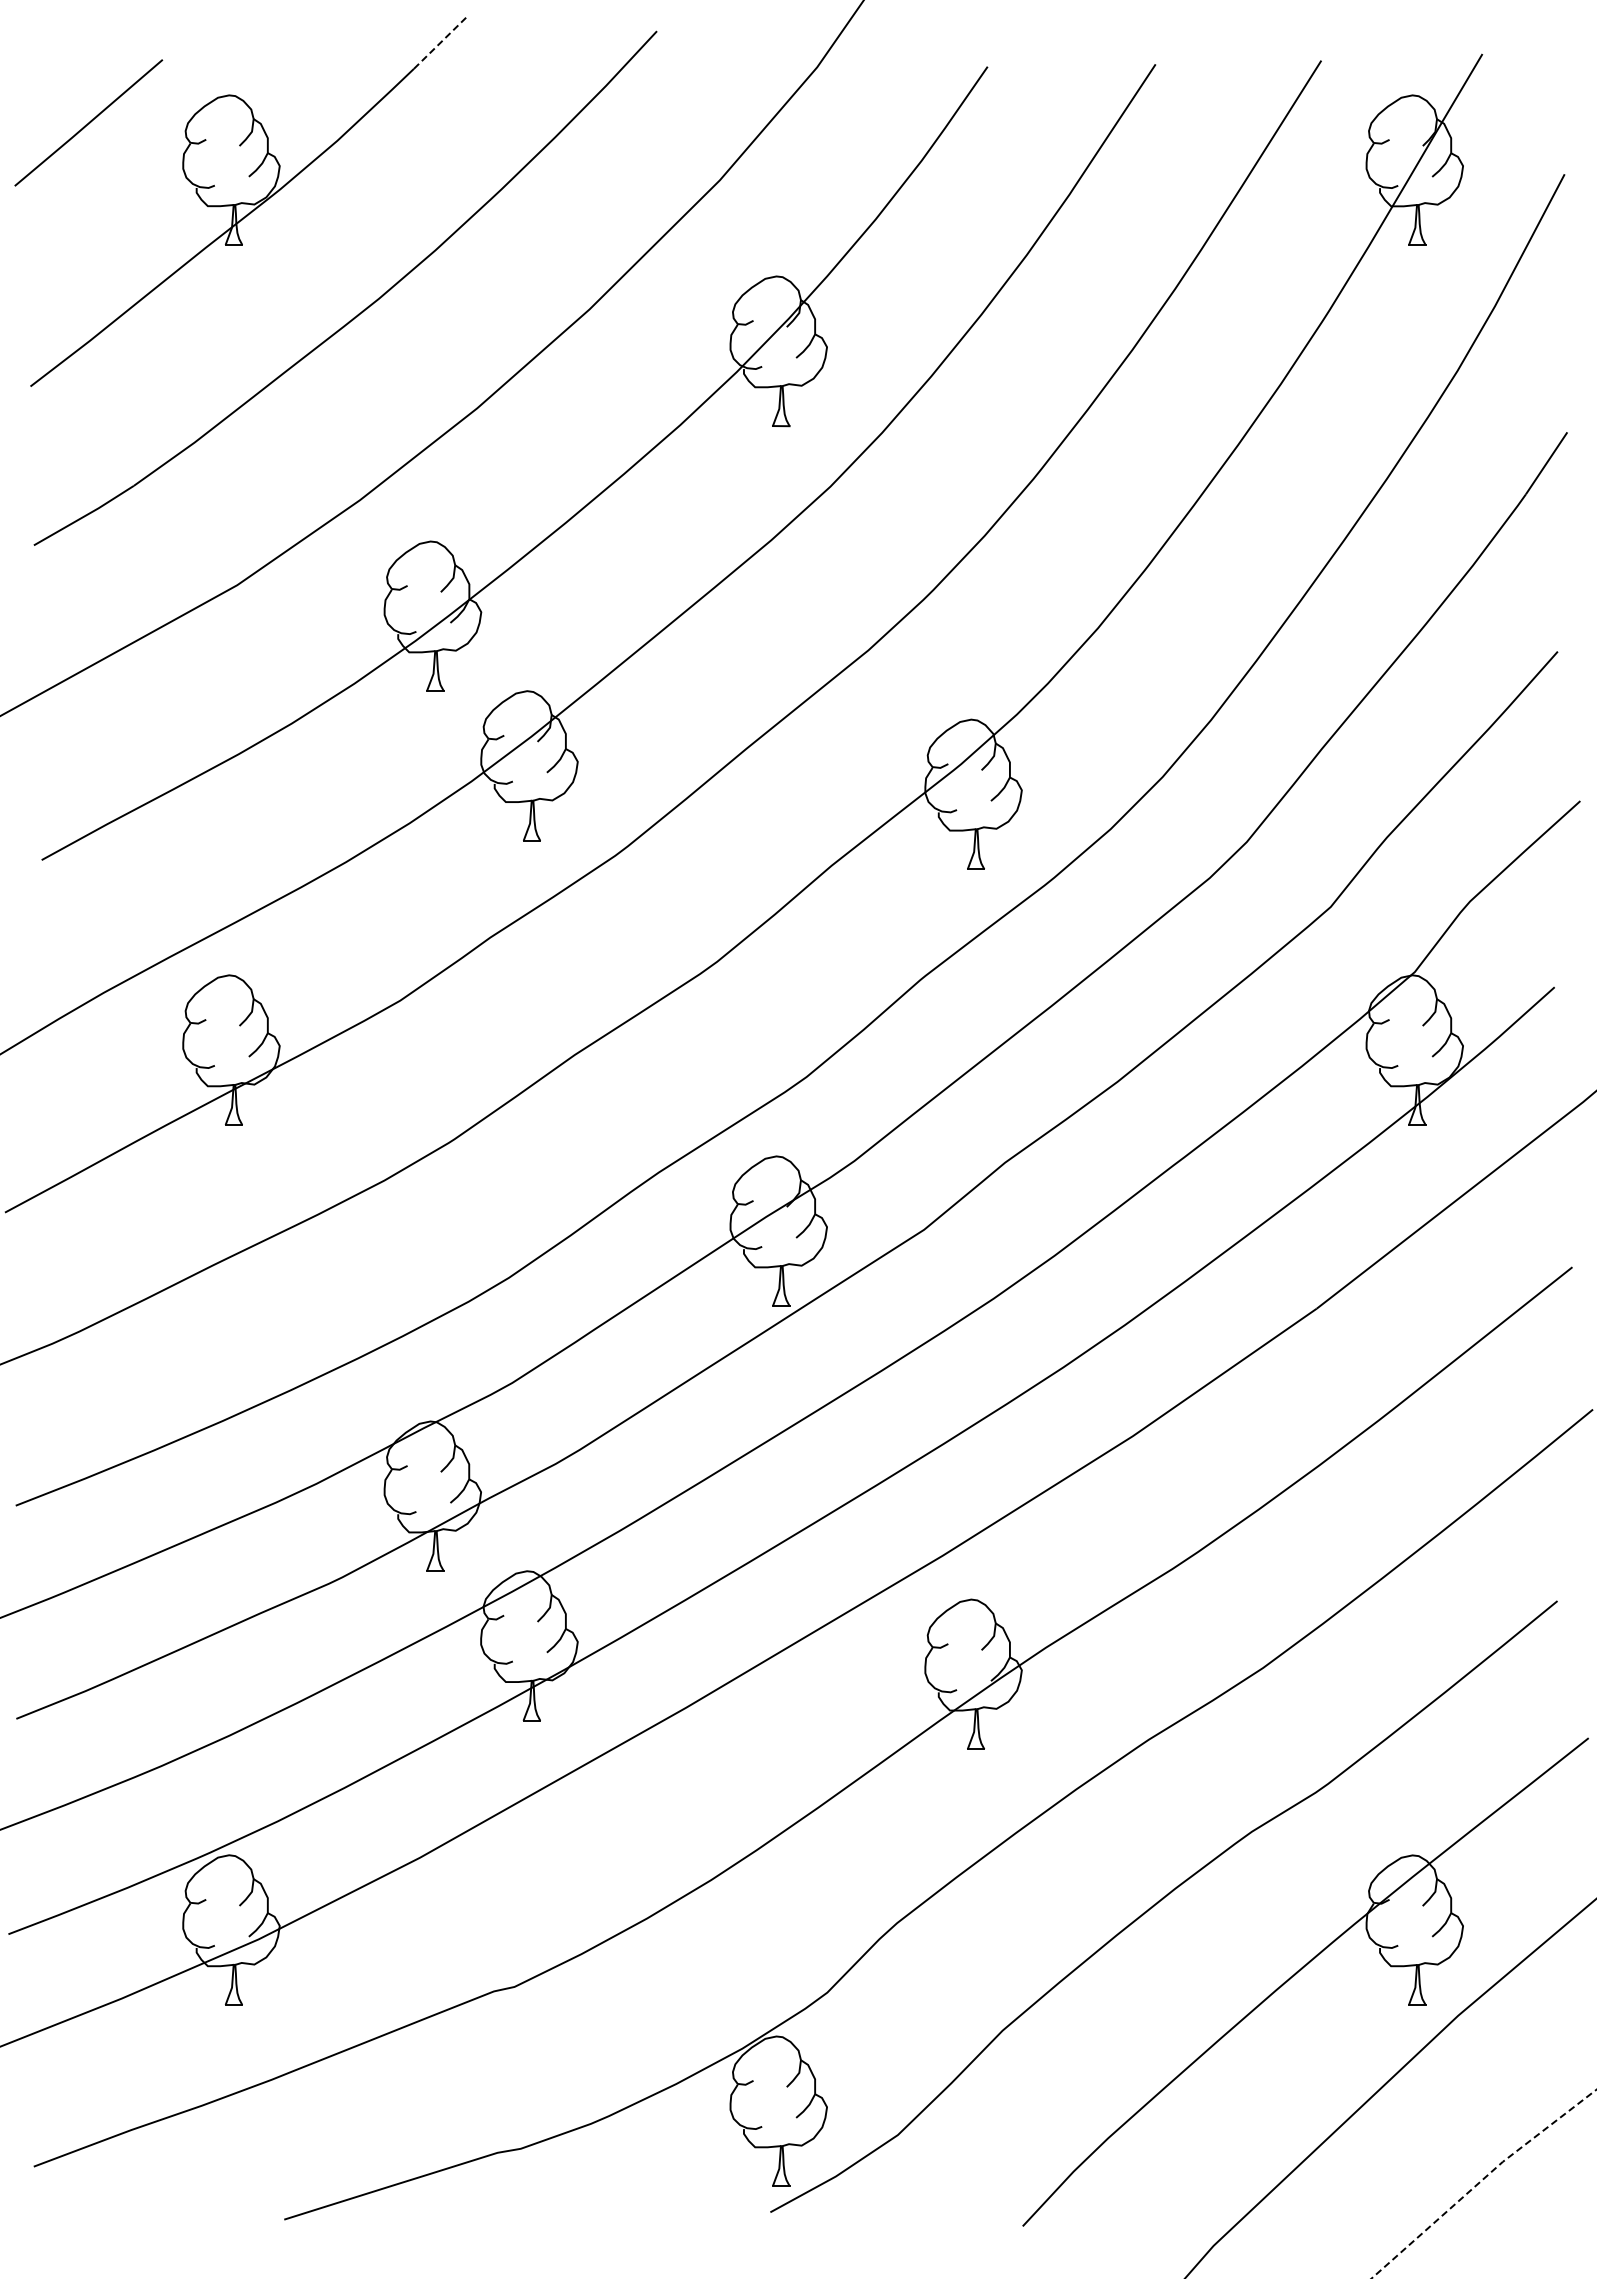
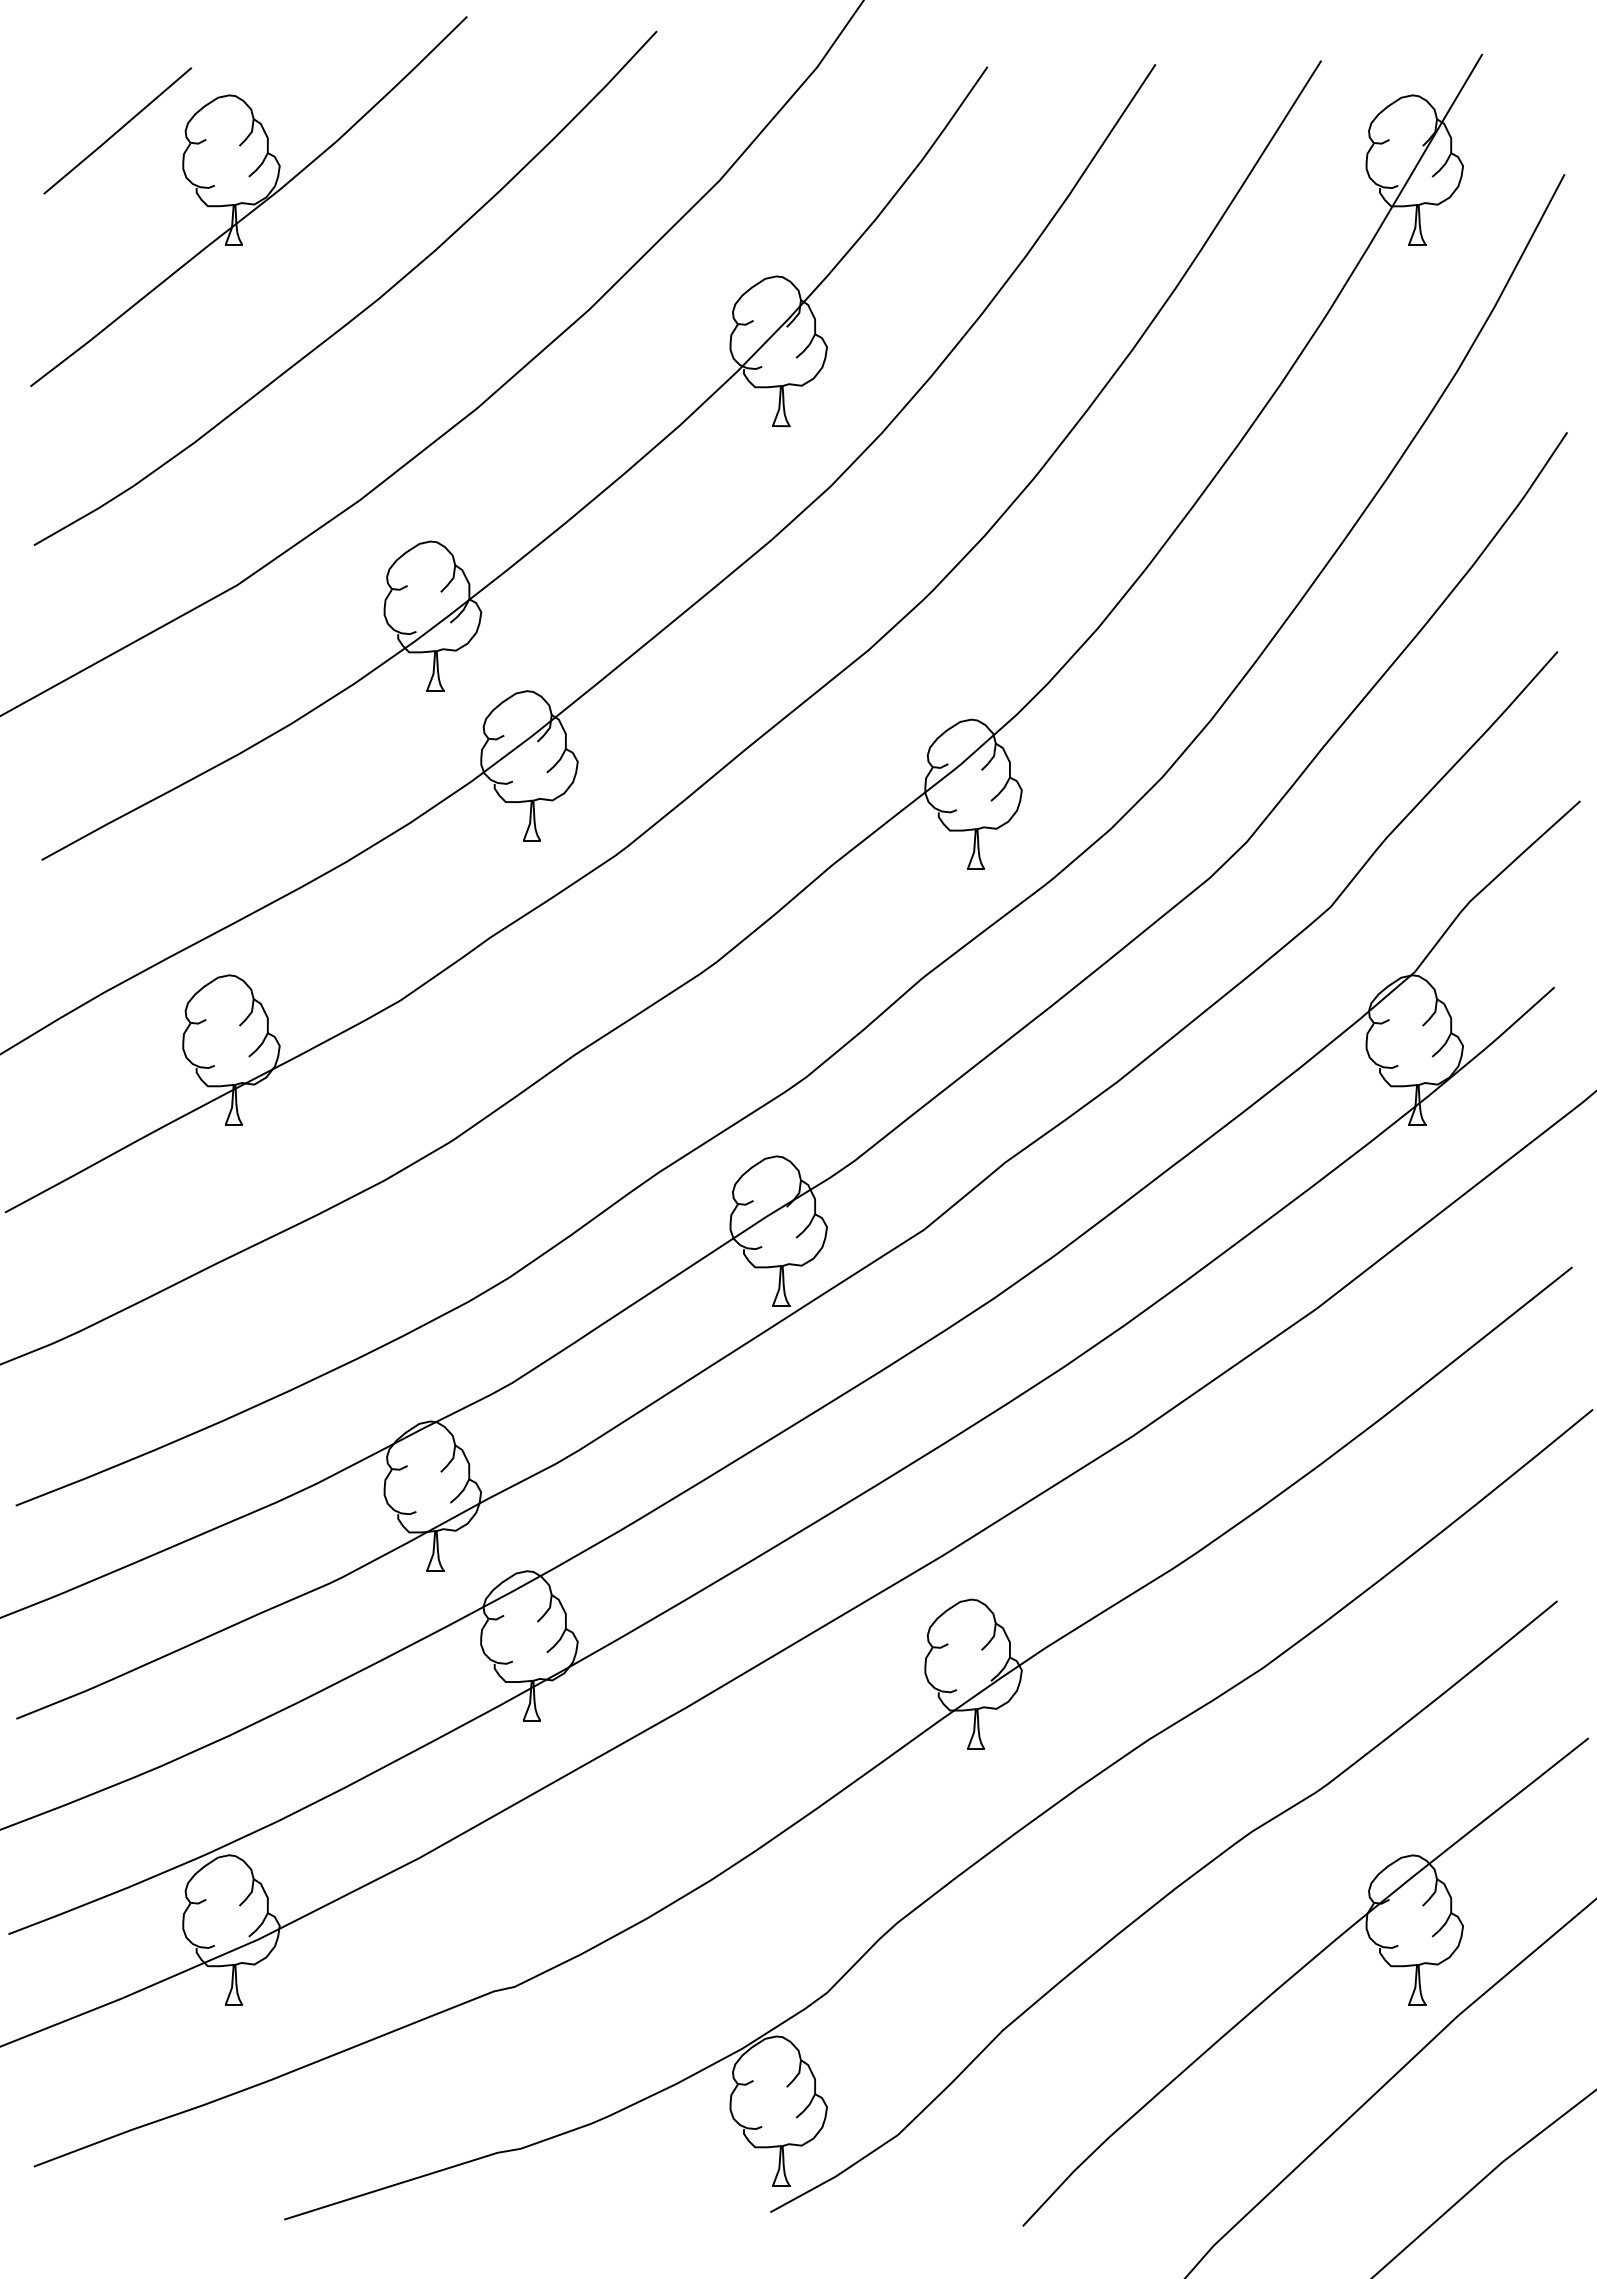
line at (441, 42): dashed -> solid
line at (88, 122) position: (88, 122) -> (117, 130)
line at (1481, 2180): dashed -> solid
